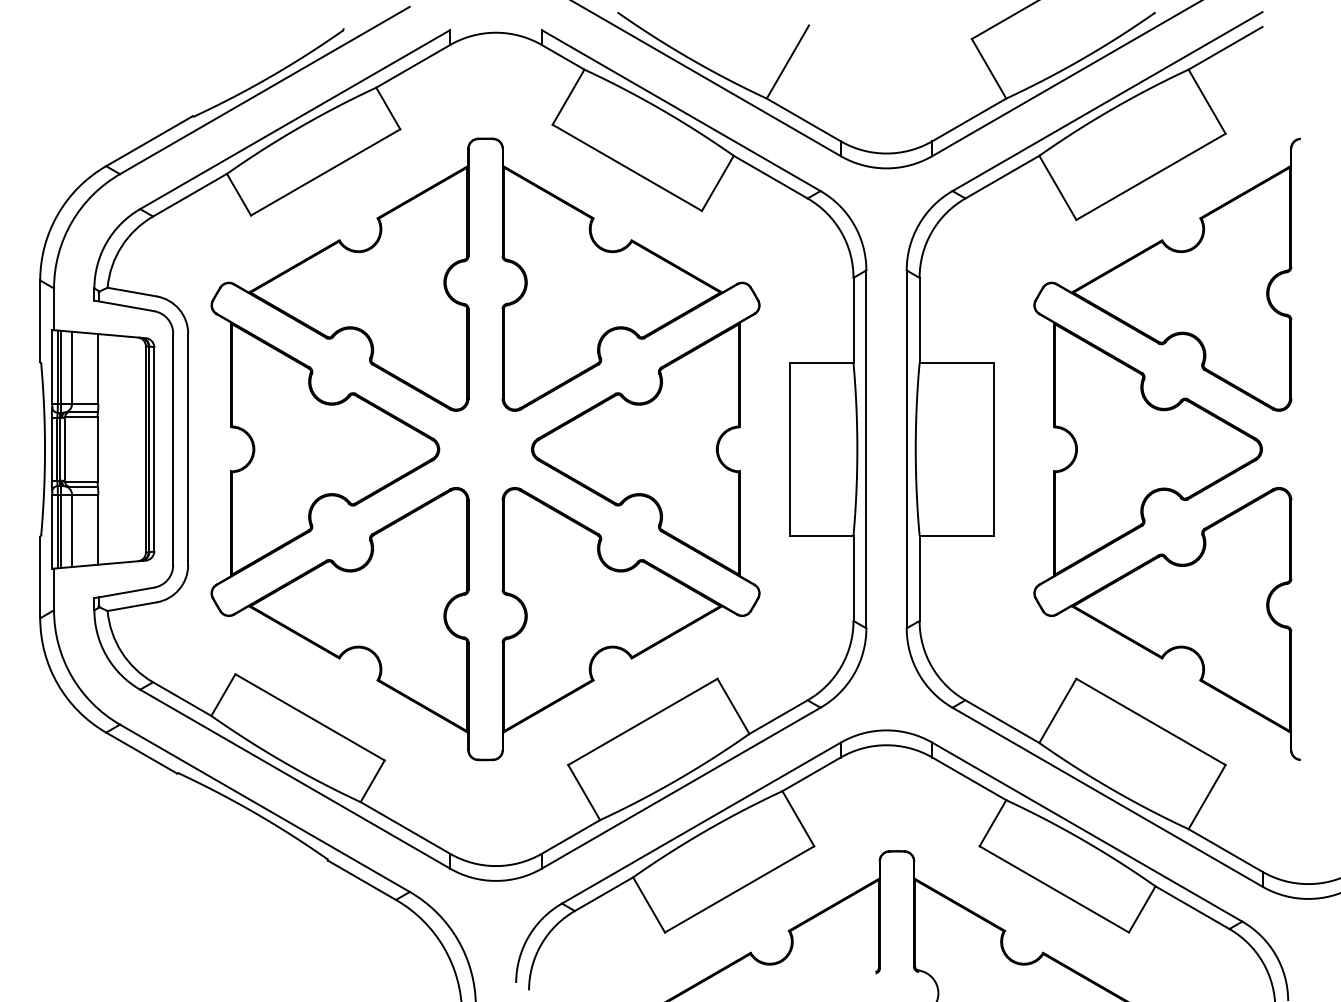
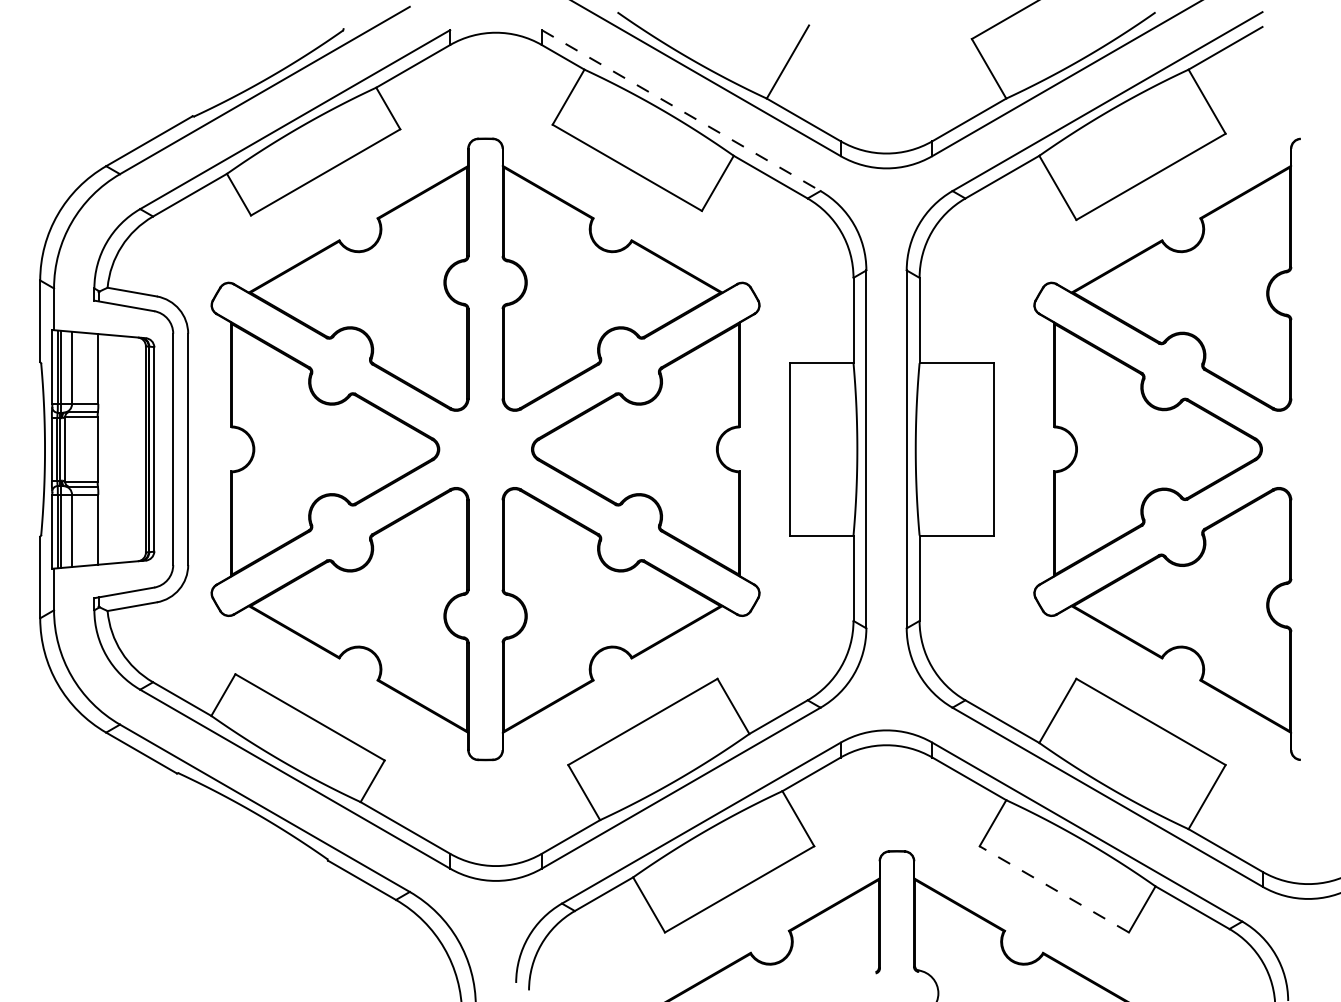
line at (681, 110): solid -> dashed
line at (1053, 889): solid -> dashed
